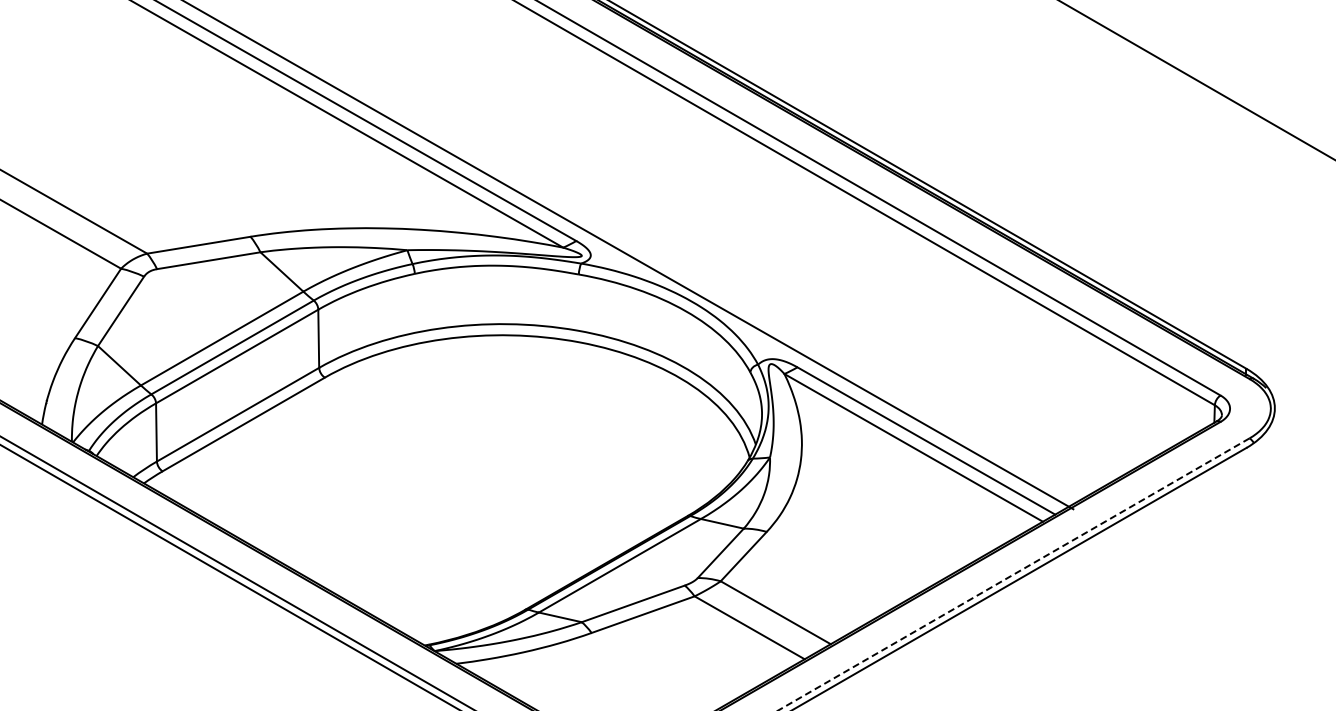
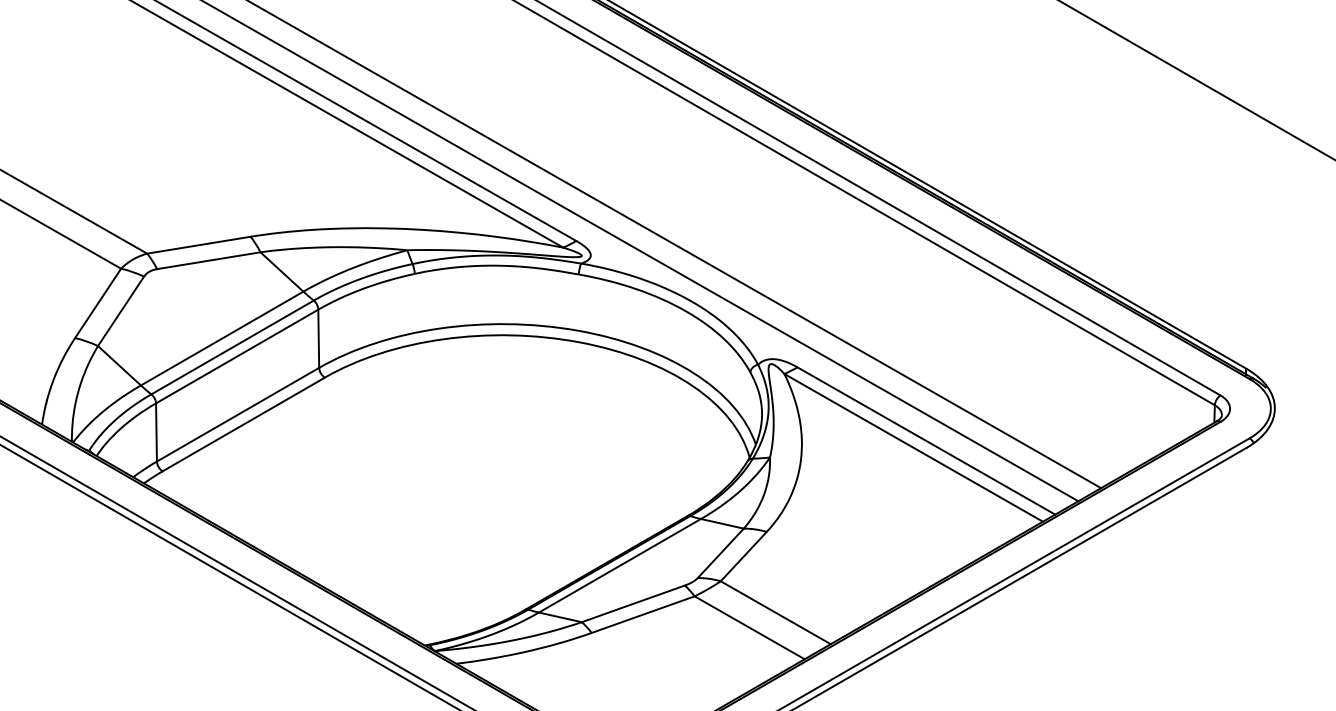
line at (675, 245): none -> present
line at (629, 255) position: (629, 255) -> (641, 251)
line at (1013, 574): dashed -> solid
